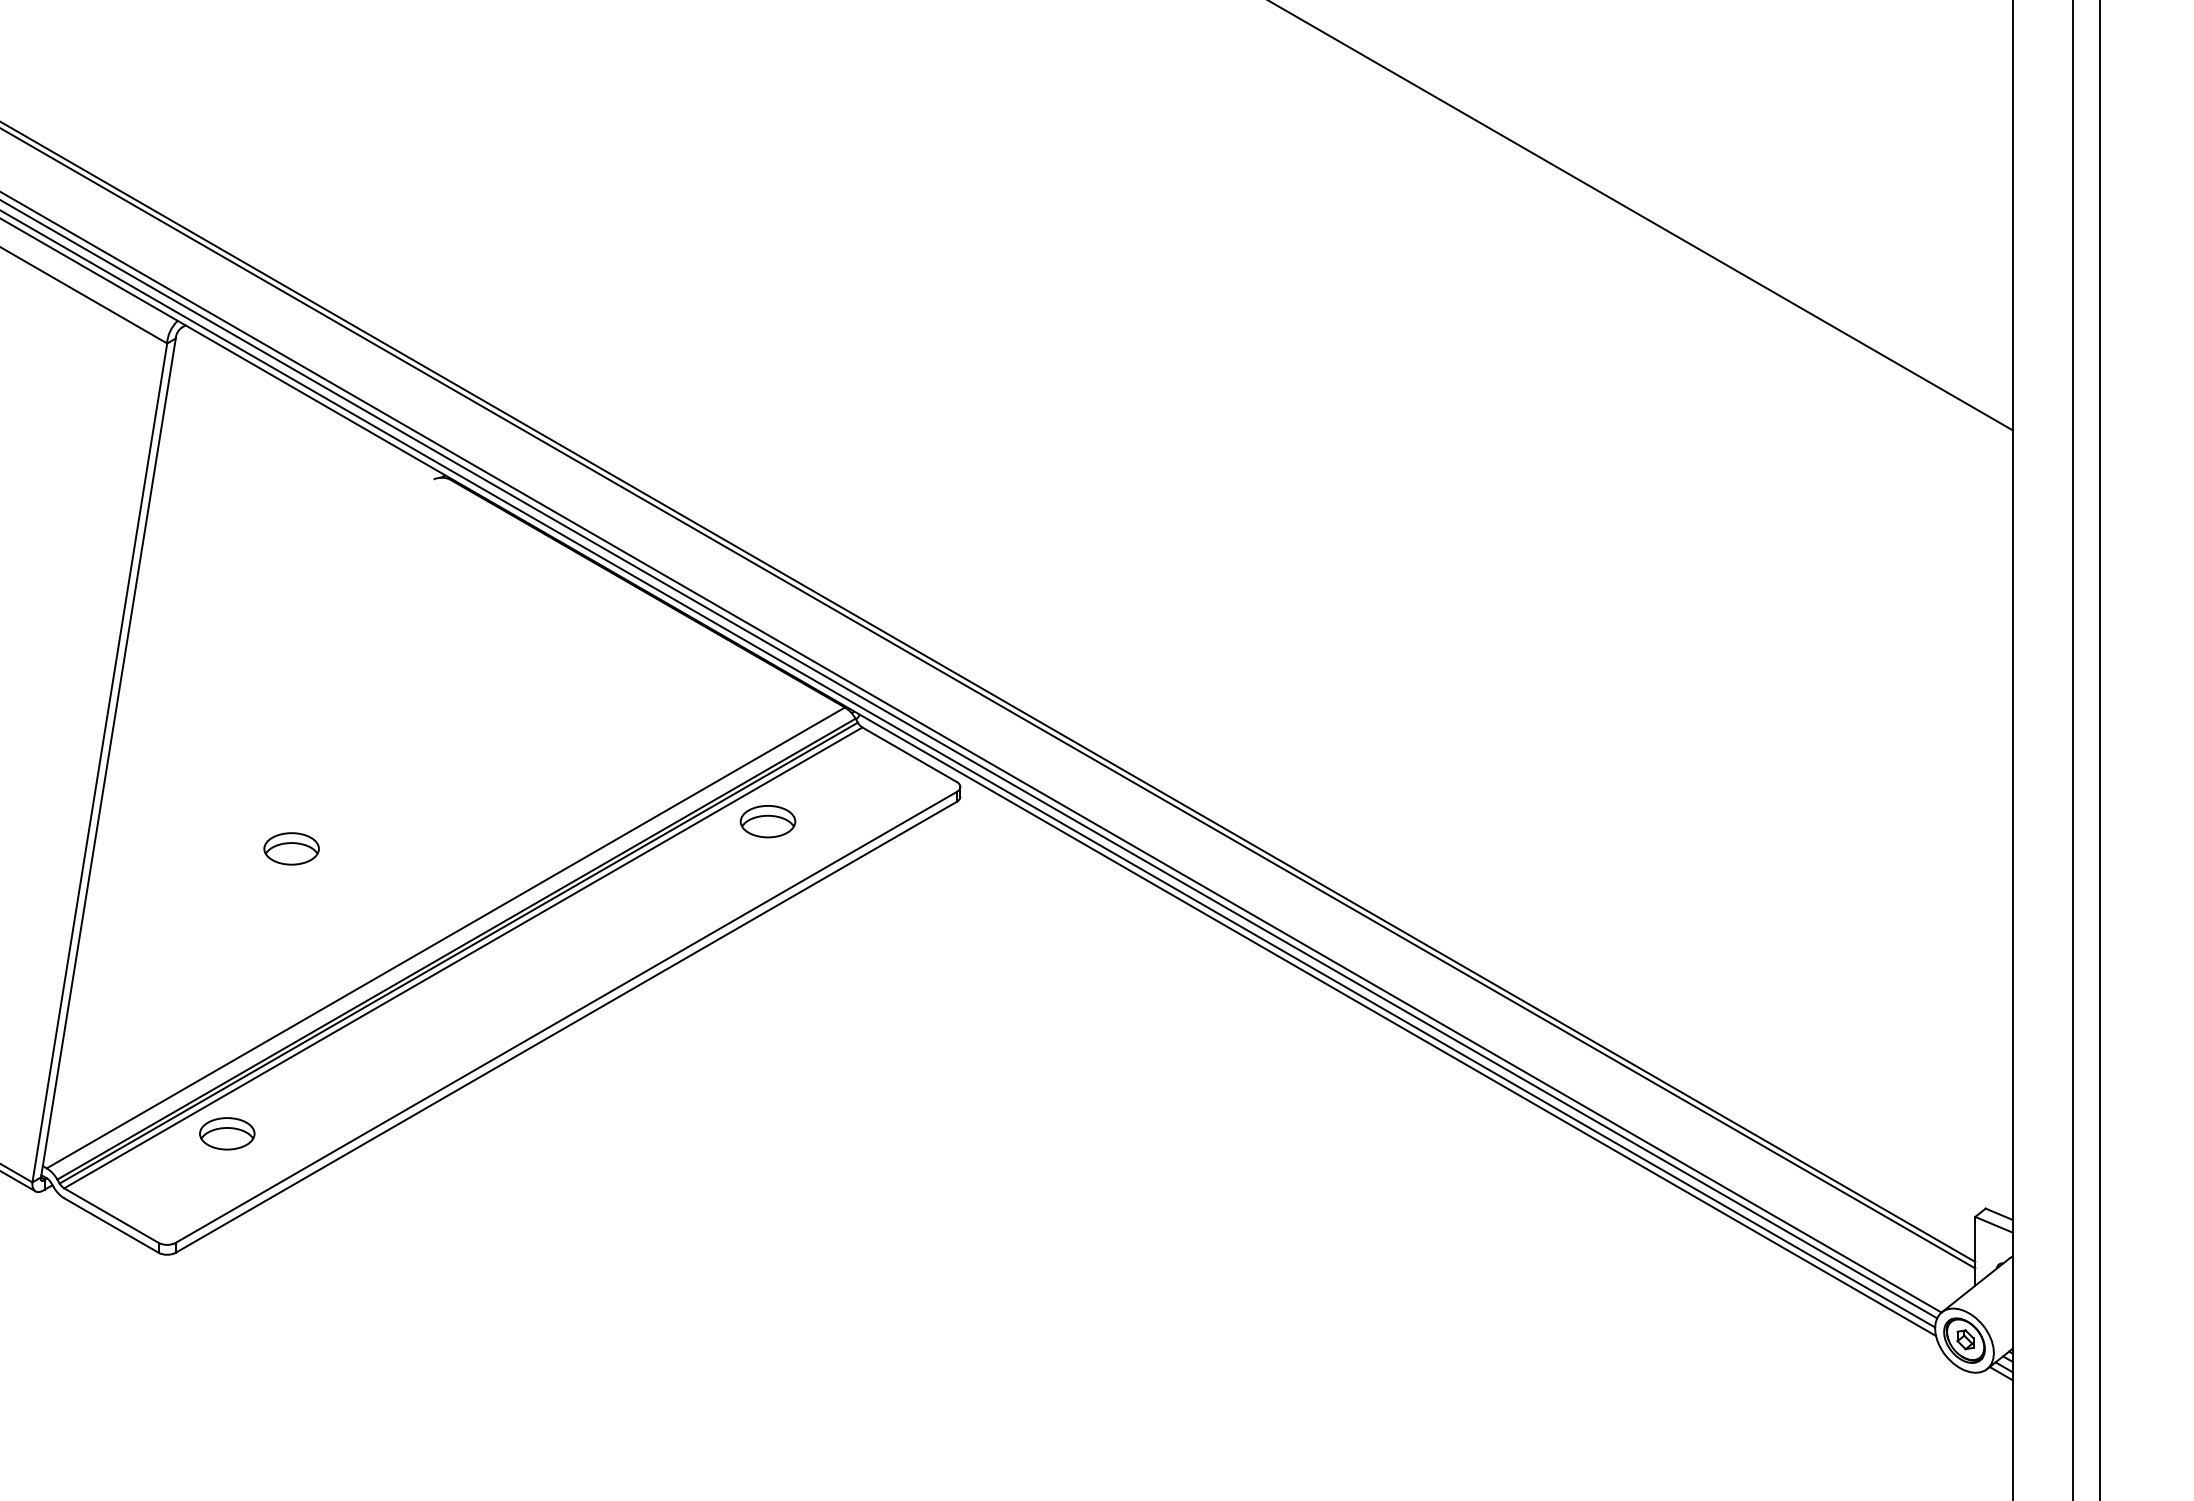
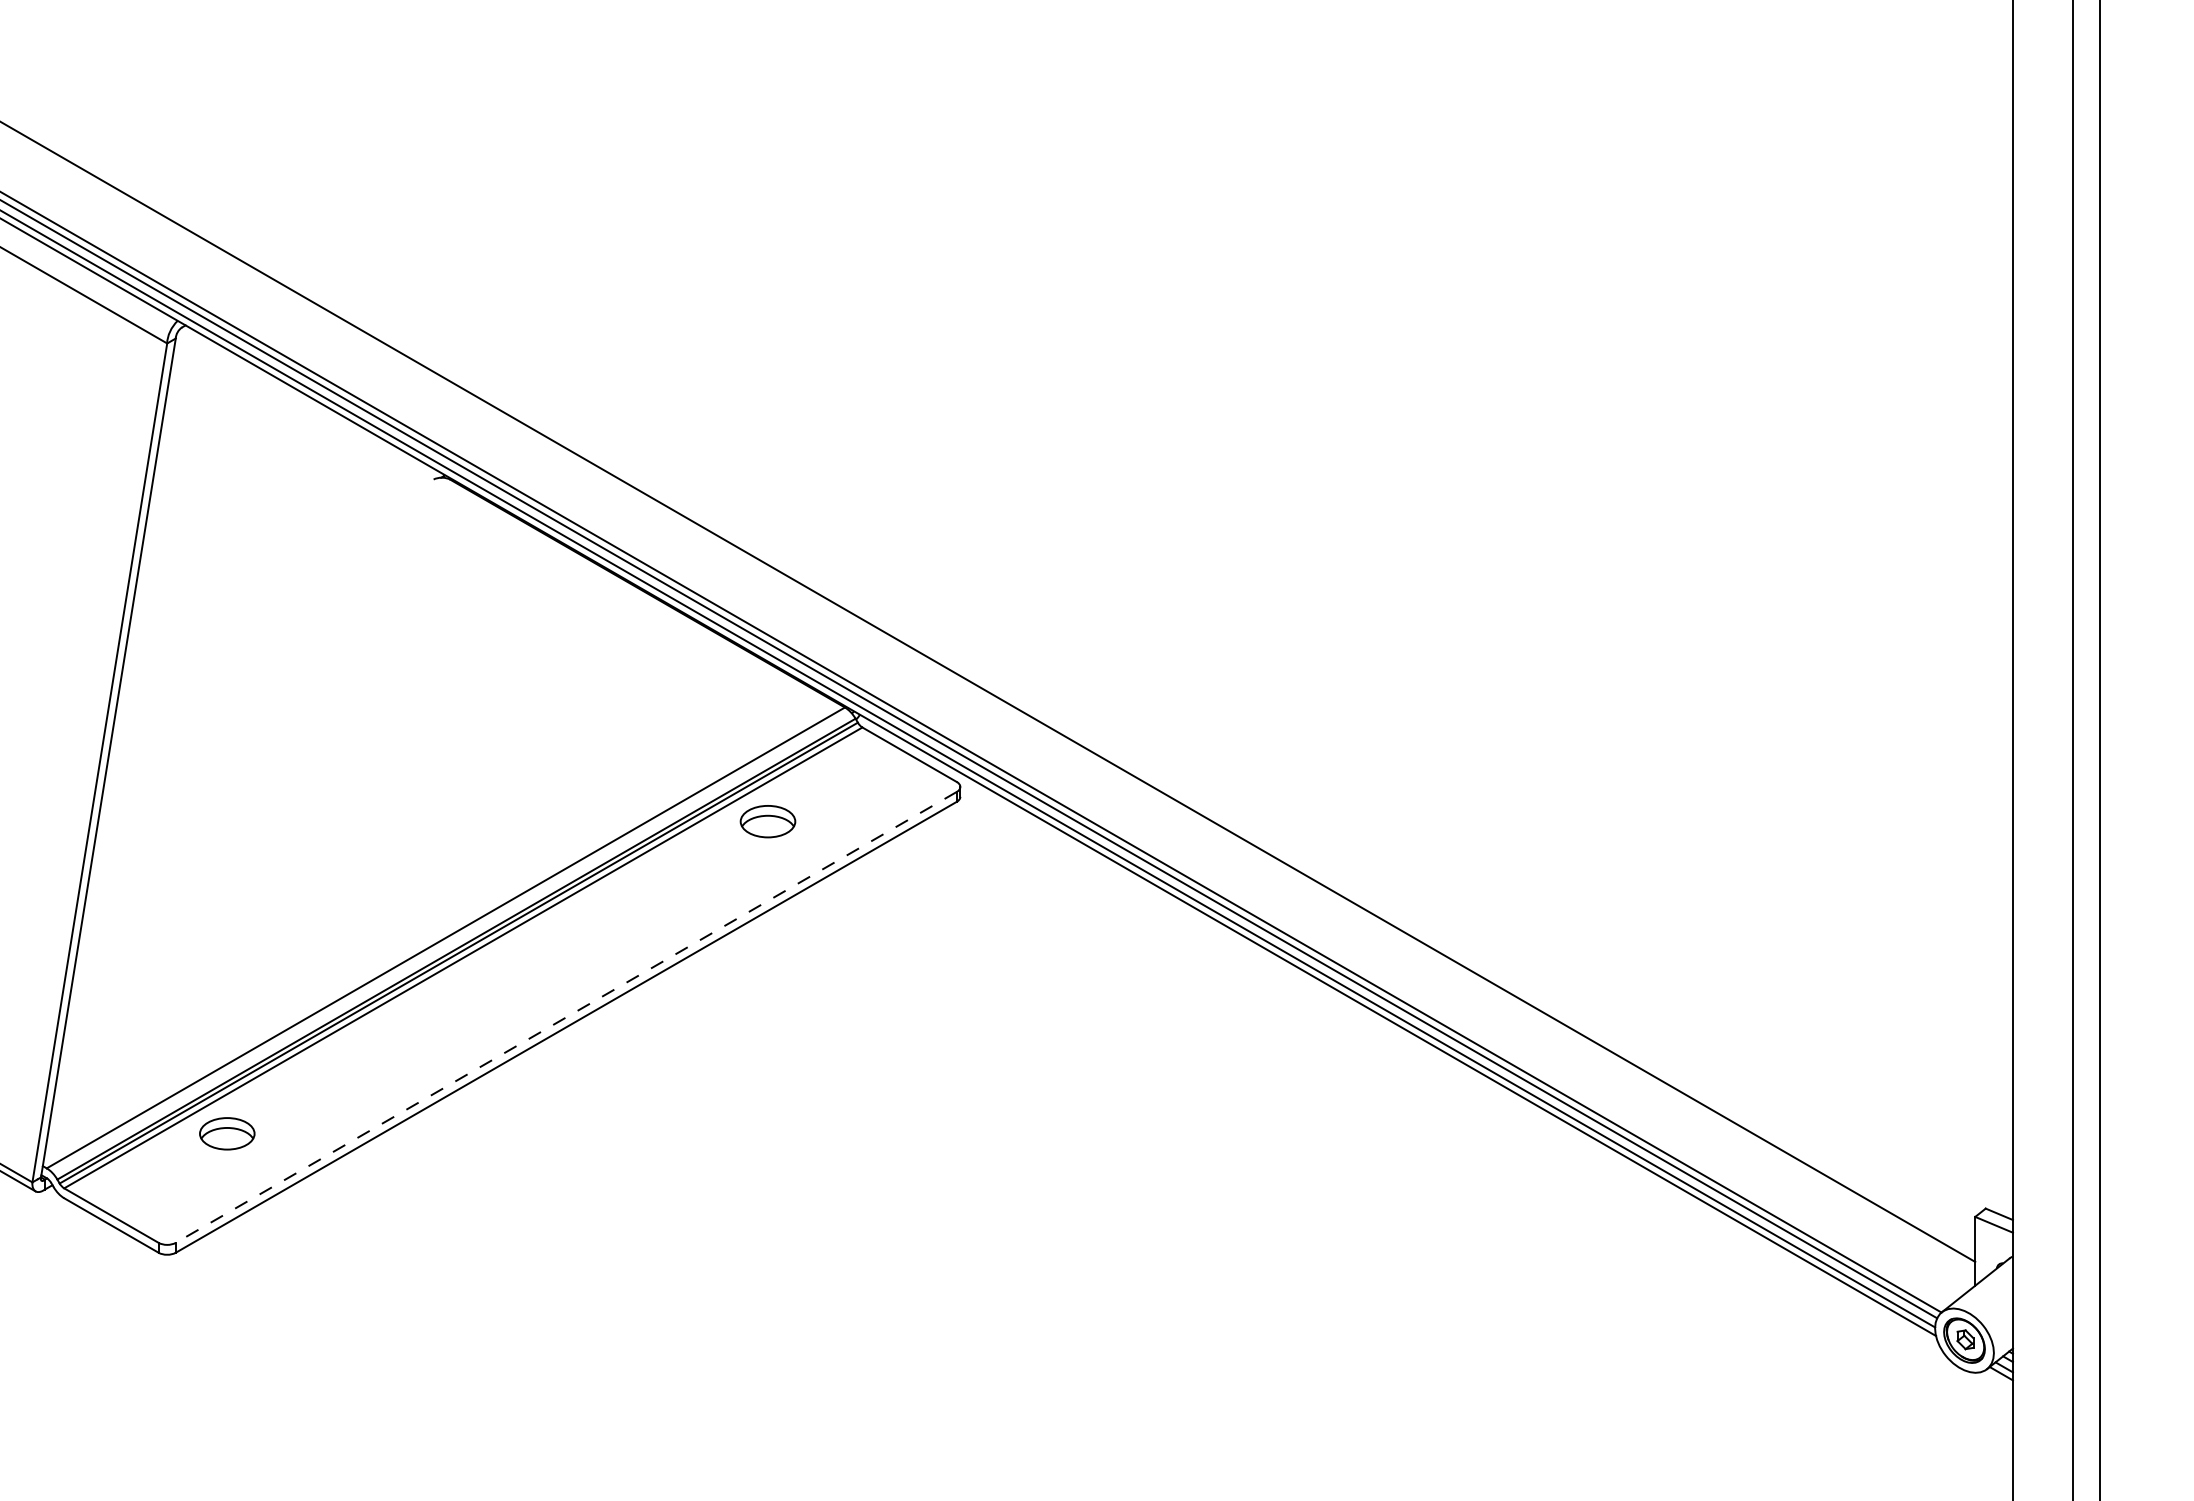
line at (1641, 216): present -> none
line at (988, 698): present -> none
part at (291, 848): present -> none
line at (566, 1017): solid -> dashed
